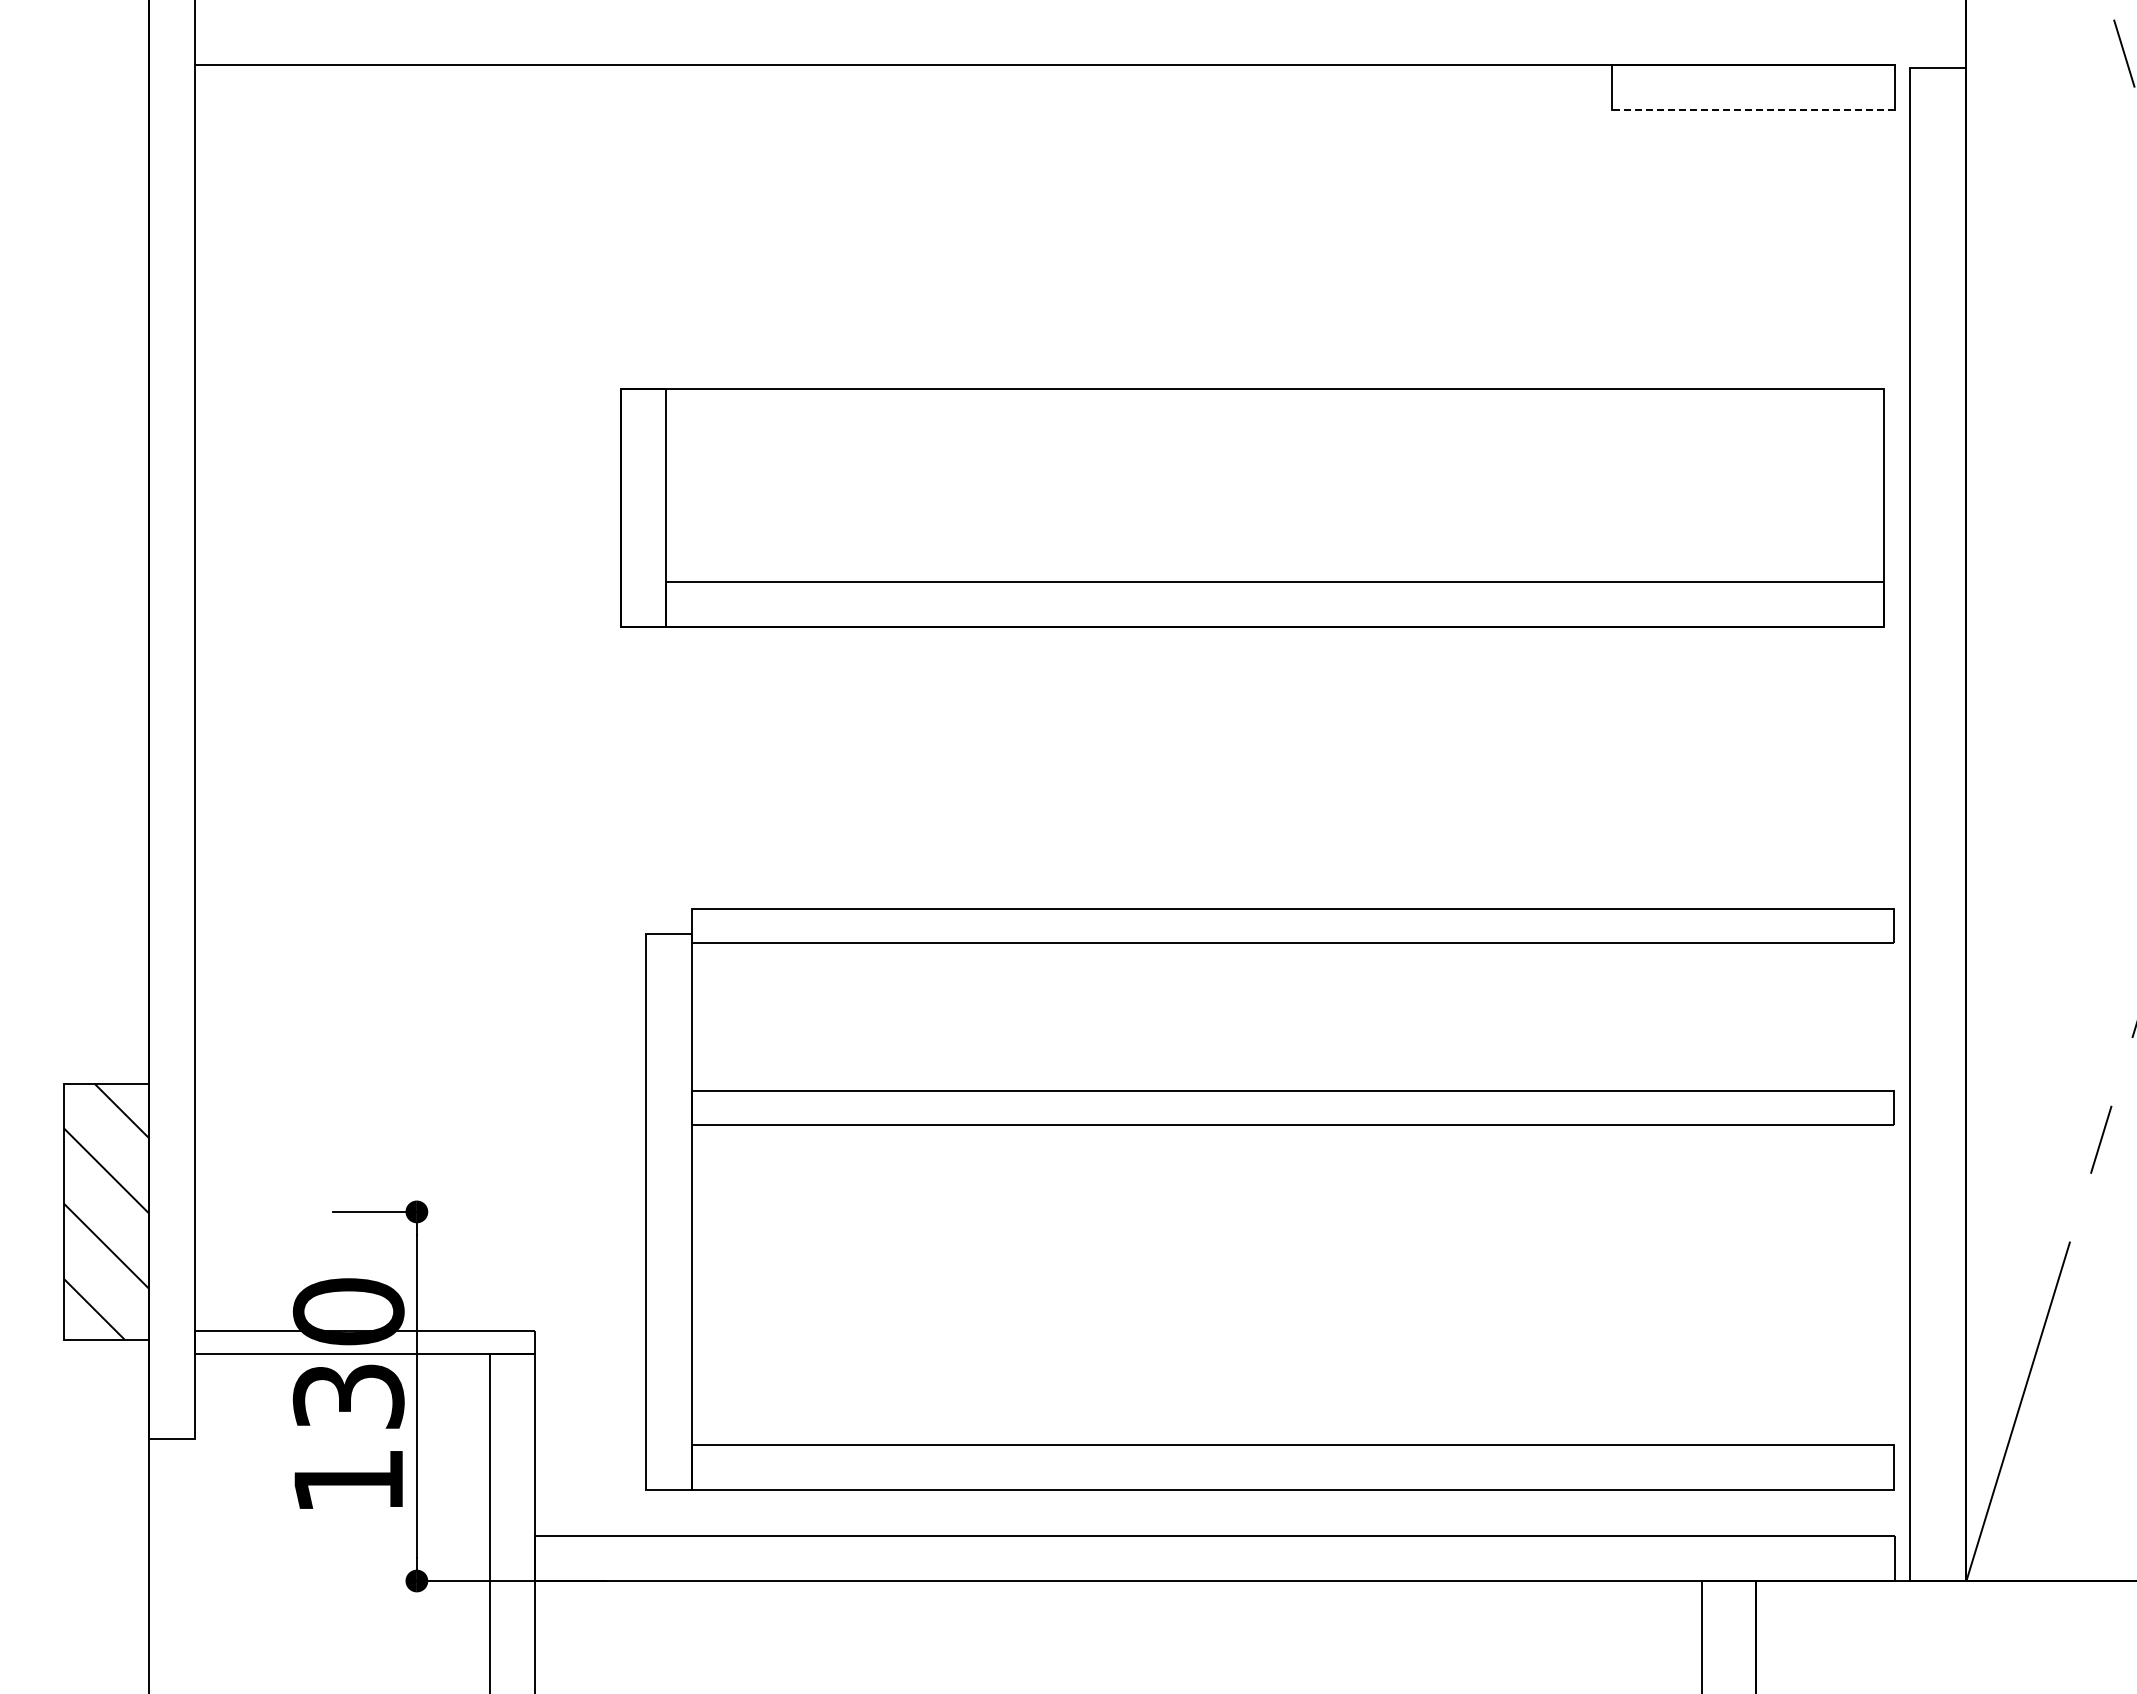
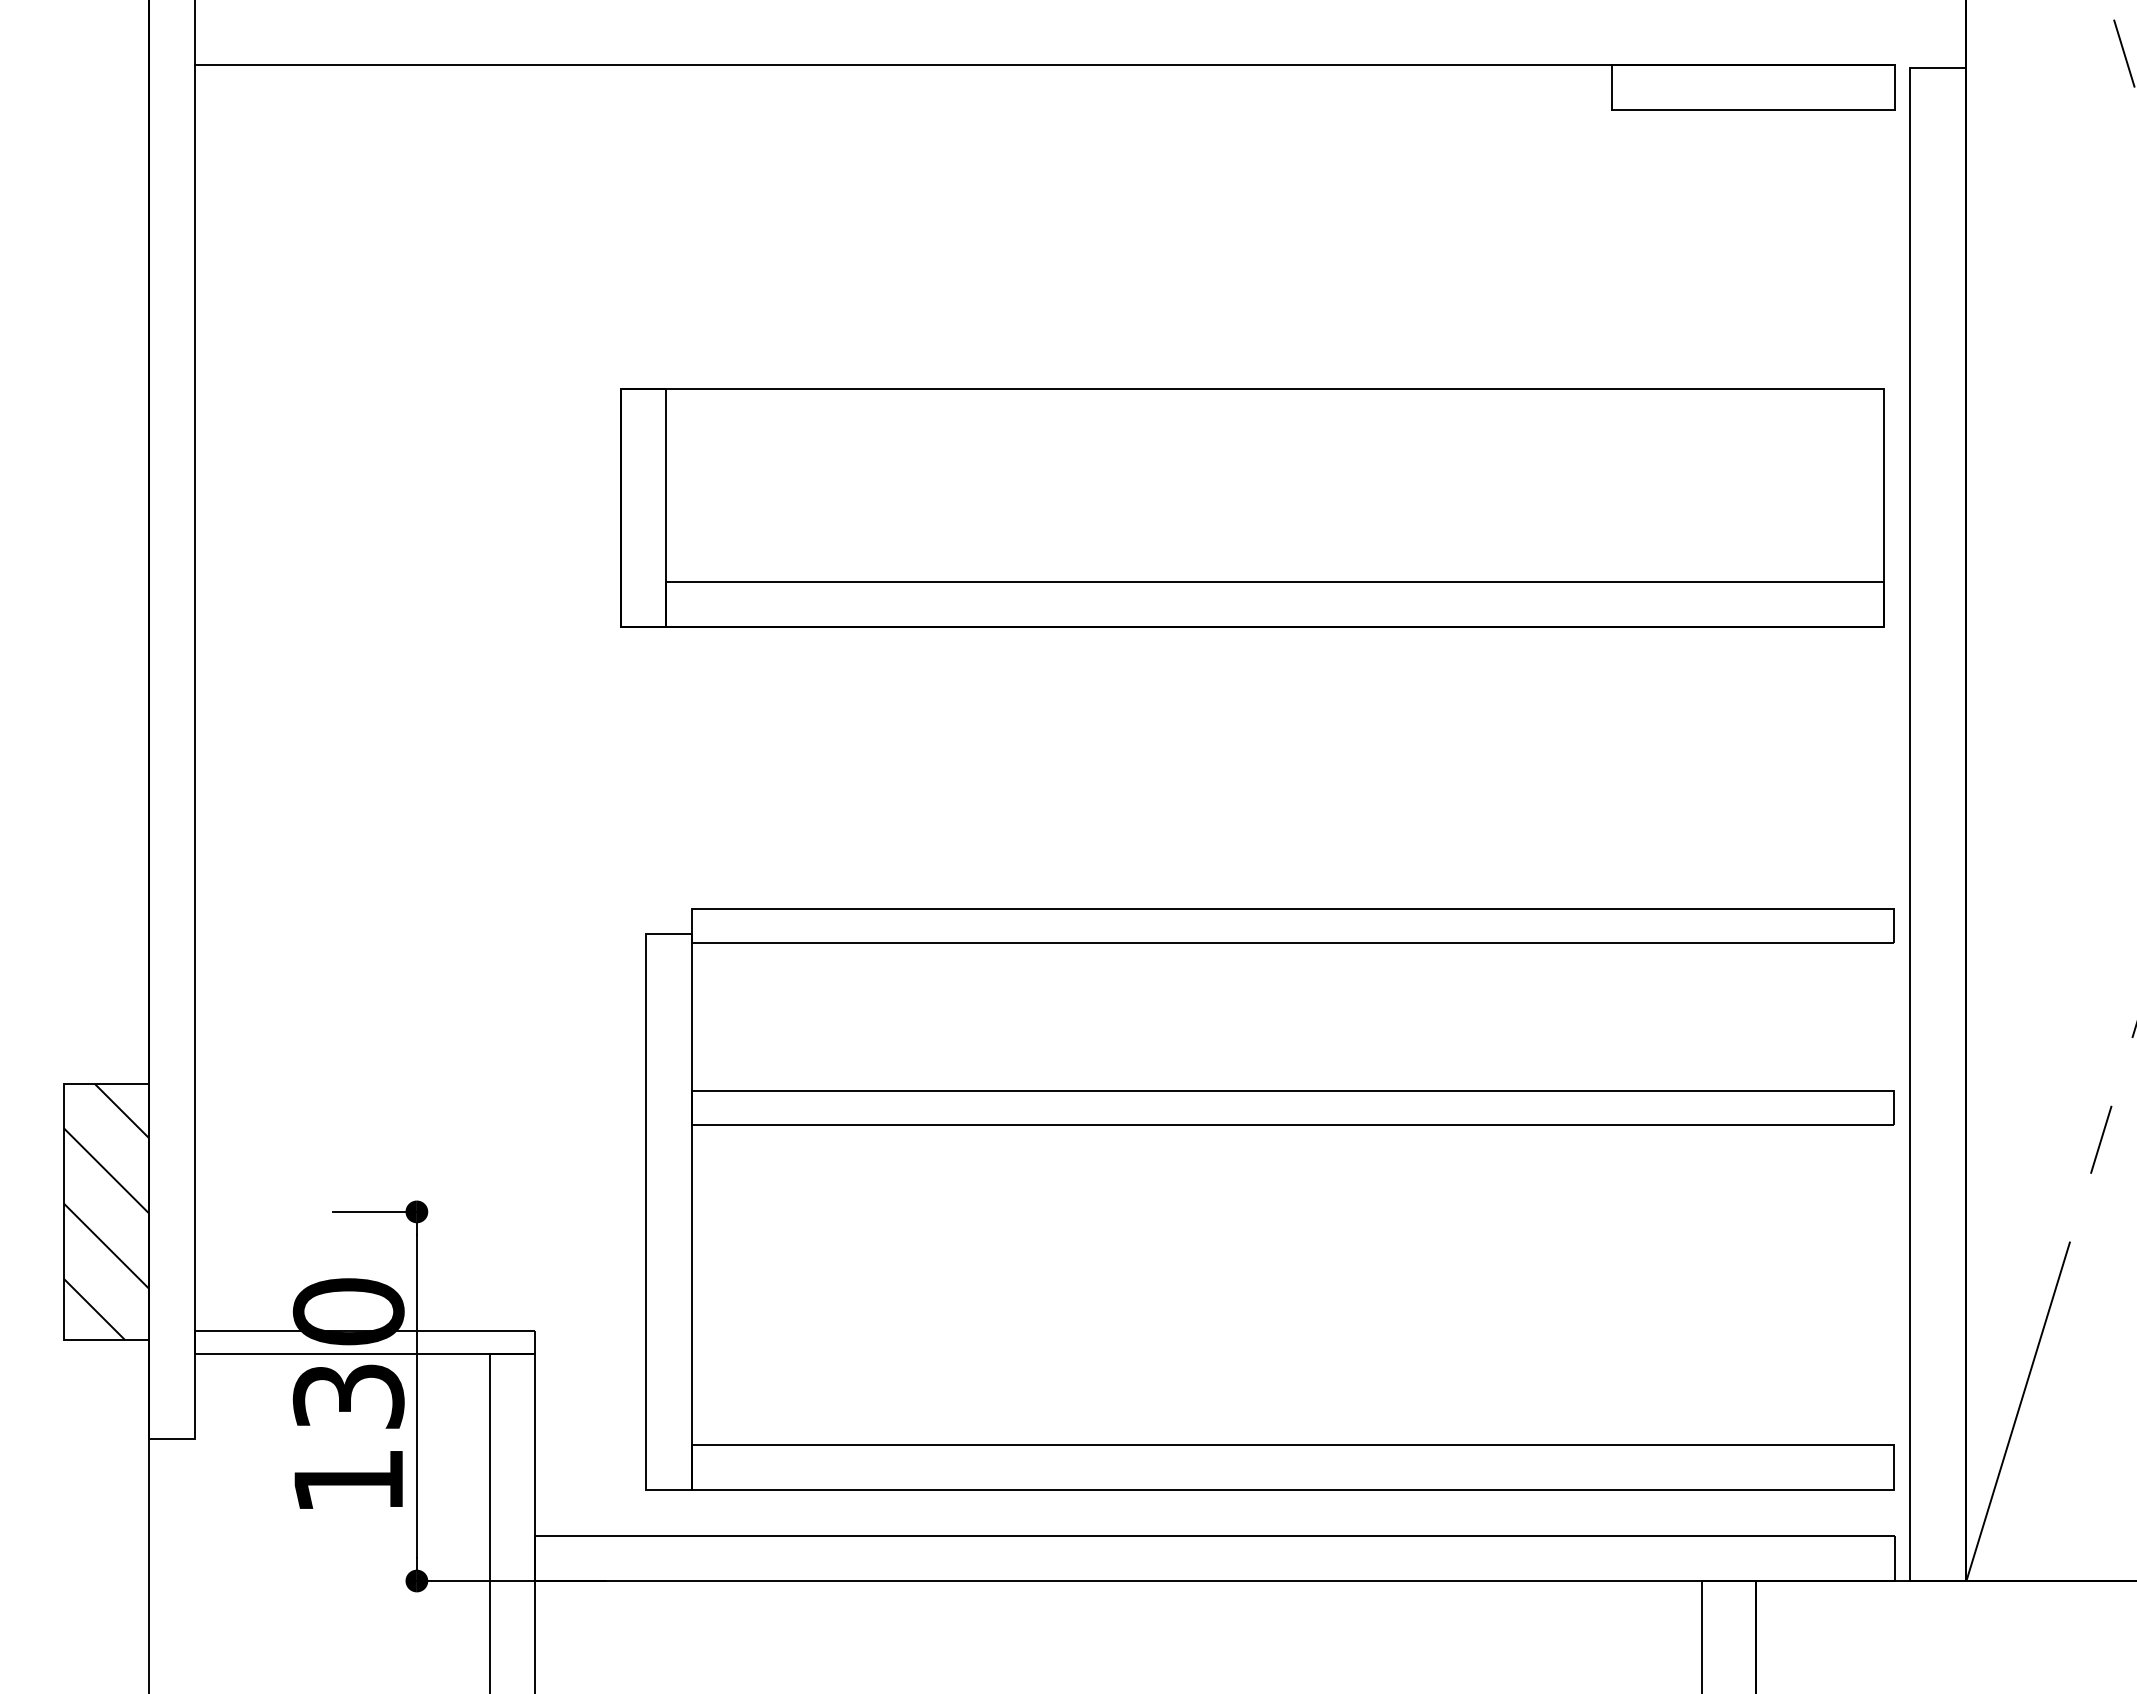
line at (1753, 110): dashed -> solid
